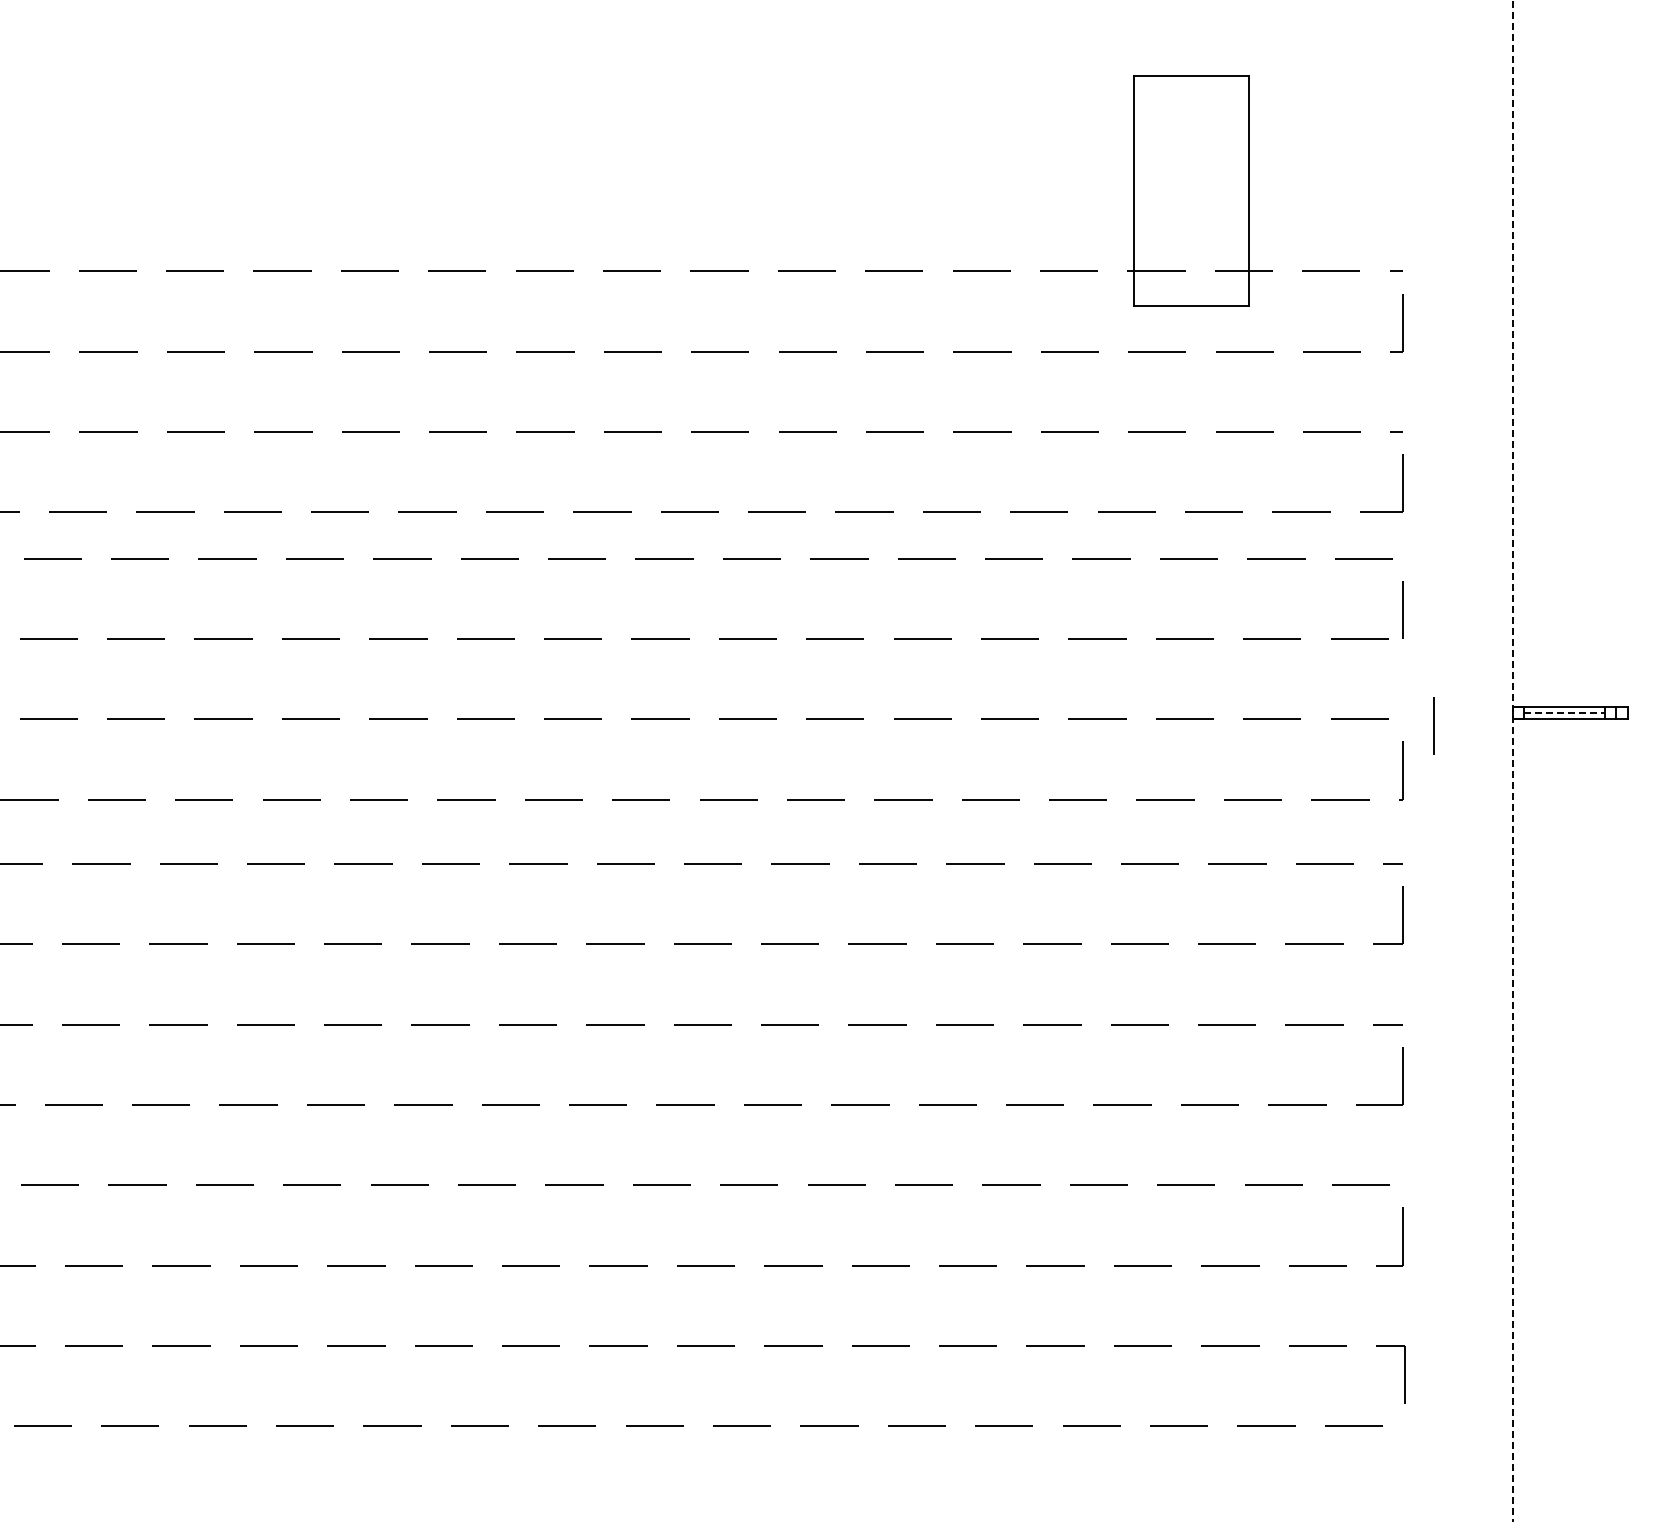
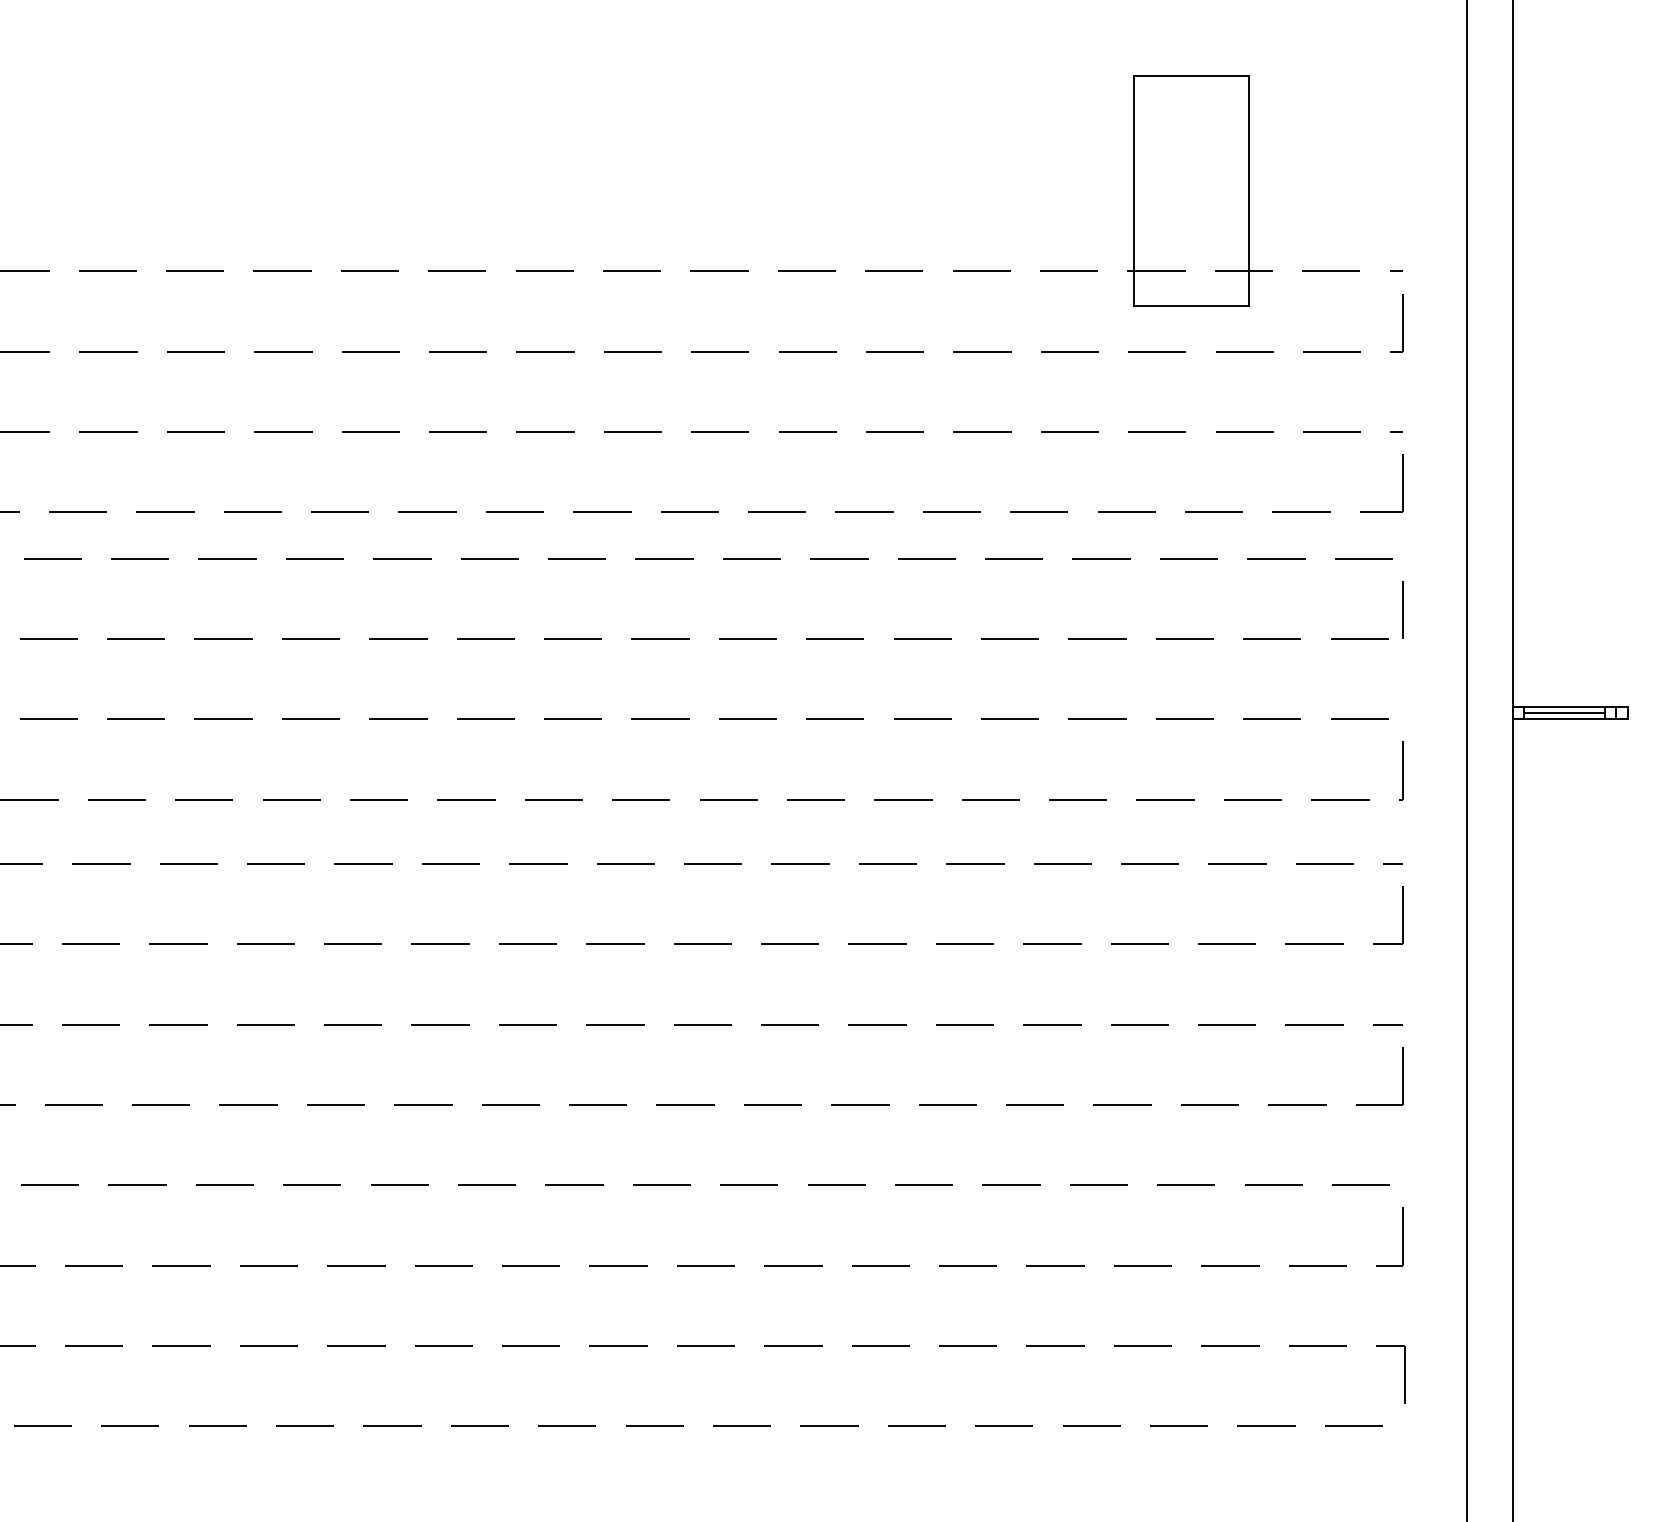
line at (1565, 712): dashed -> solid
line at (1433, 725): present -> none
line at (1467, 760): none -> present
line at (1512, 760): dashed -> solid
